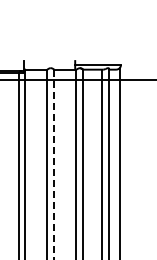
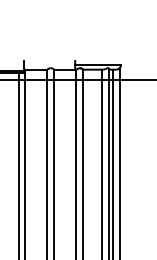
line at (112, 162): none -> present
line at (54, 164): dashed -> solid
